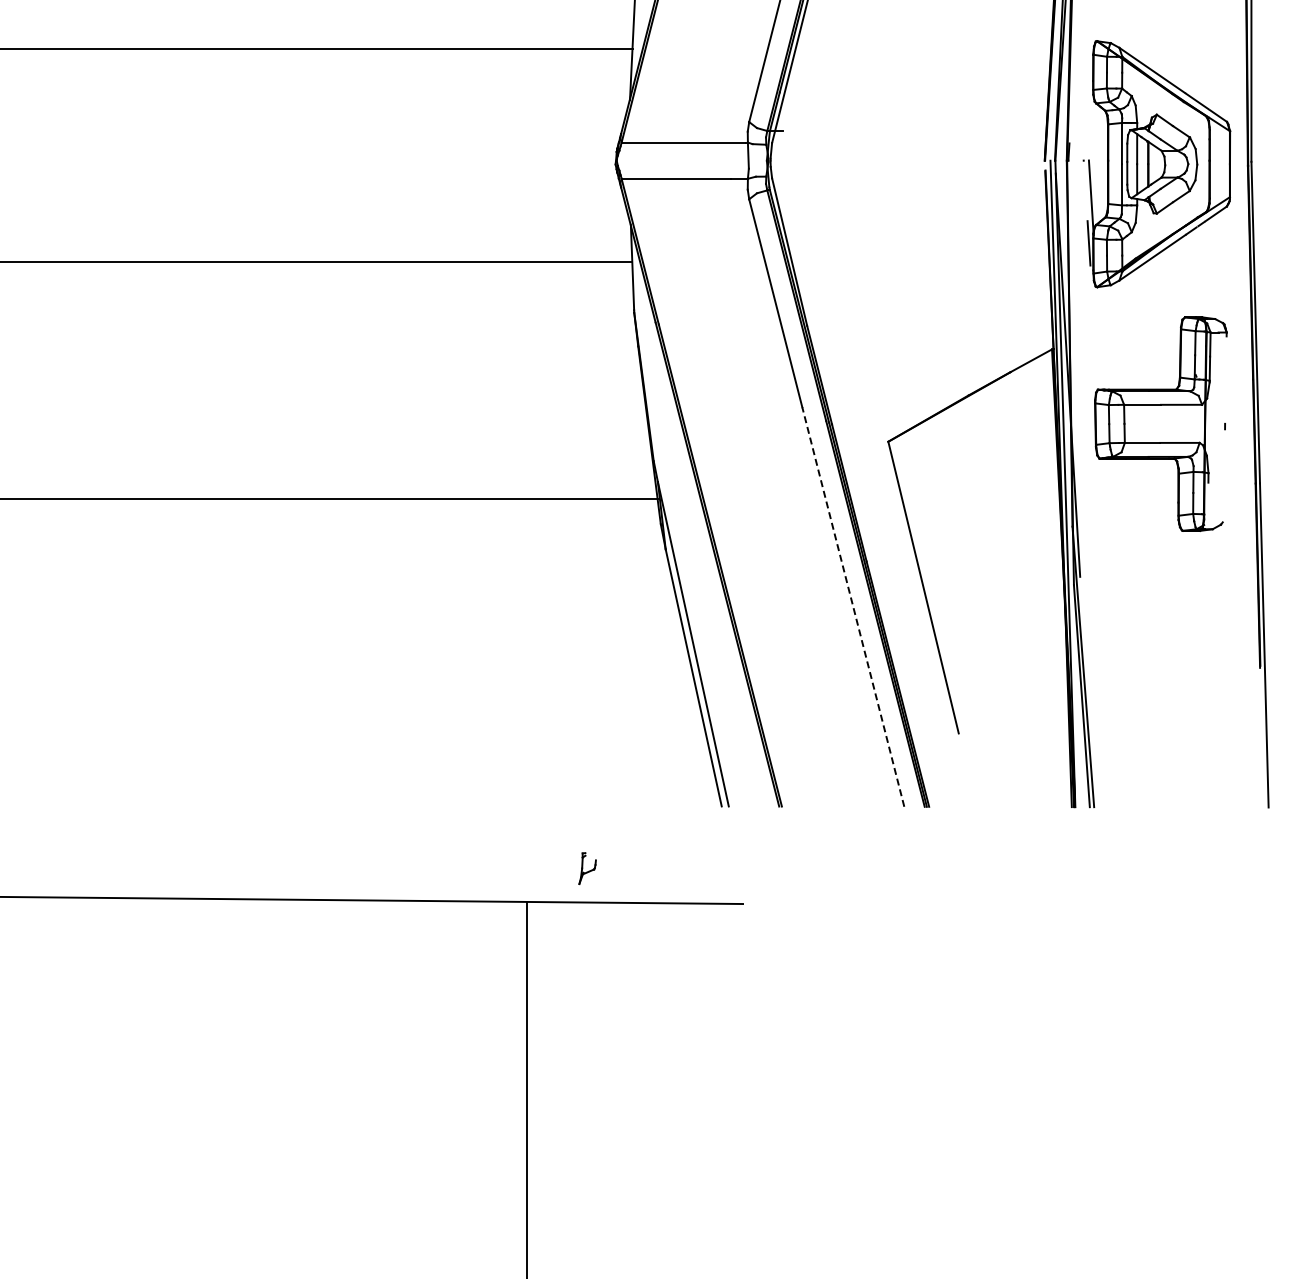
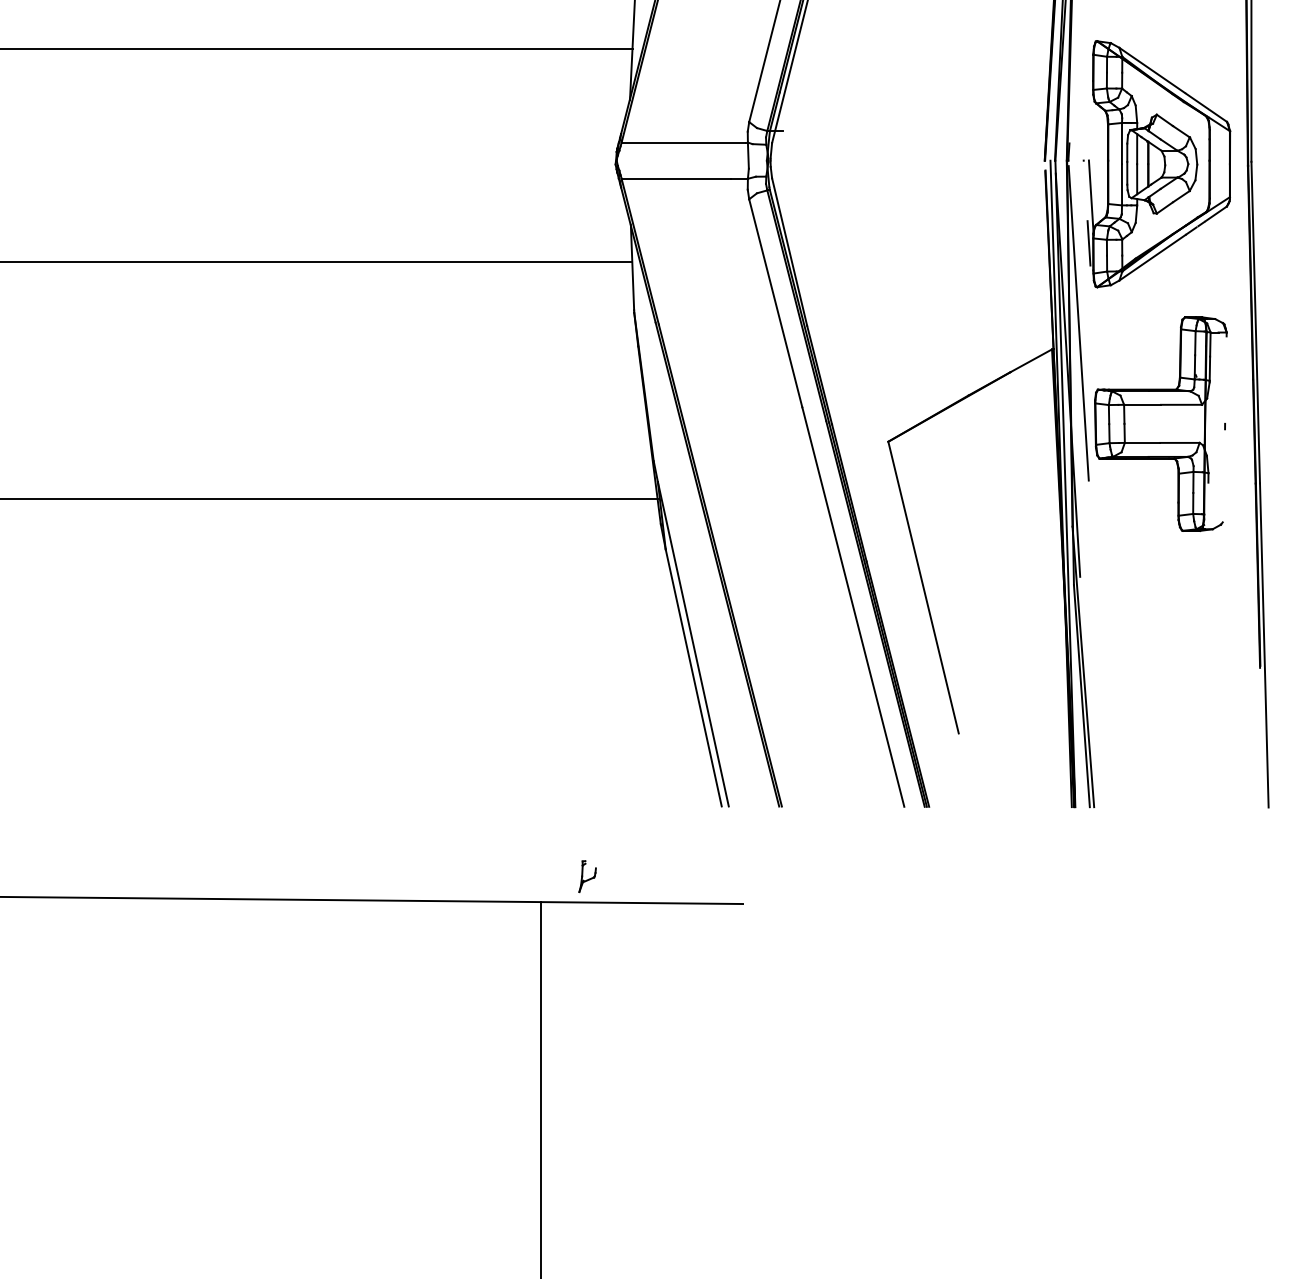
line at (1078, 323): none -> present
line at (853, 606): dashed -> solid
part at (587, 868) position: (587, 868) -> (587, 876)
line at (527, 1088) position: (527, 1088) -> (541, 1088)
